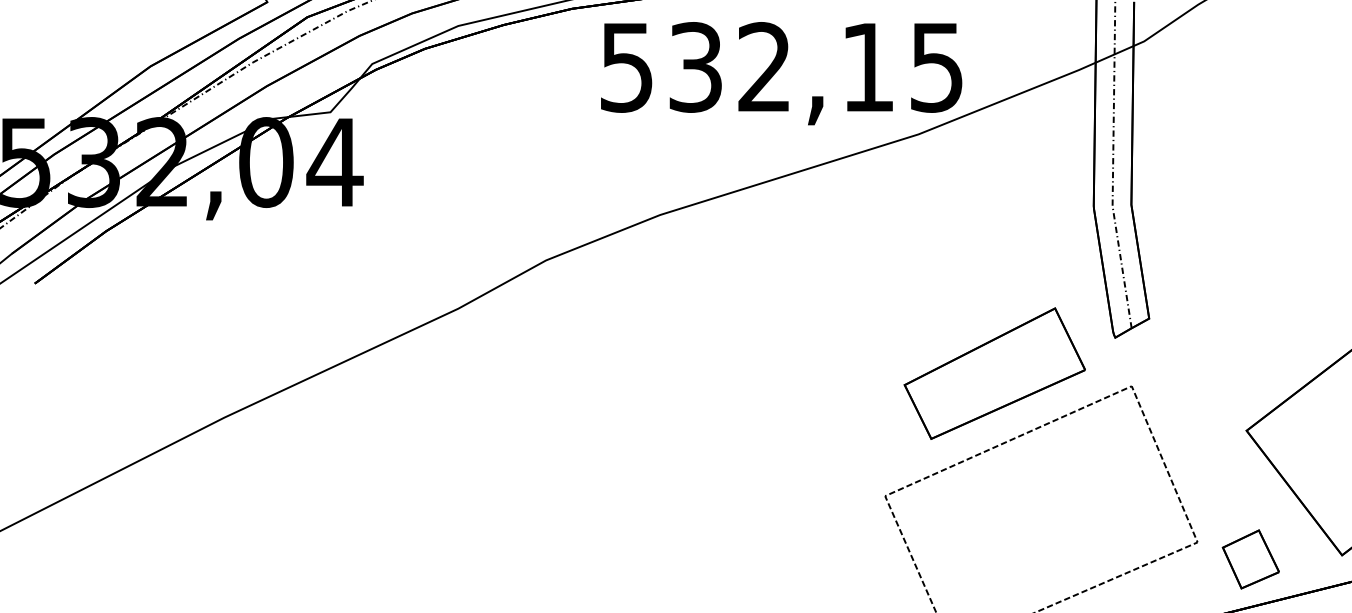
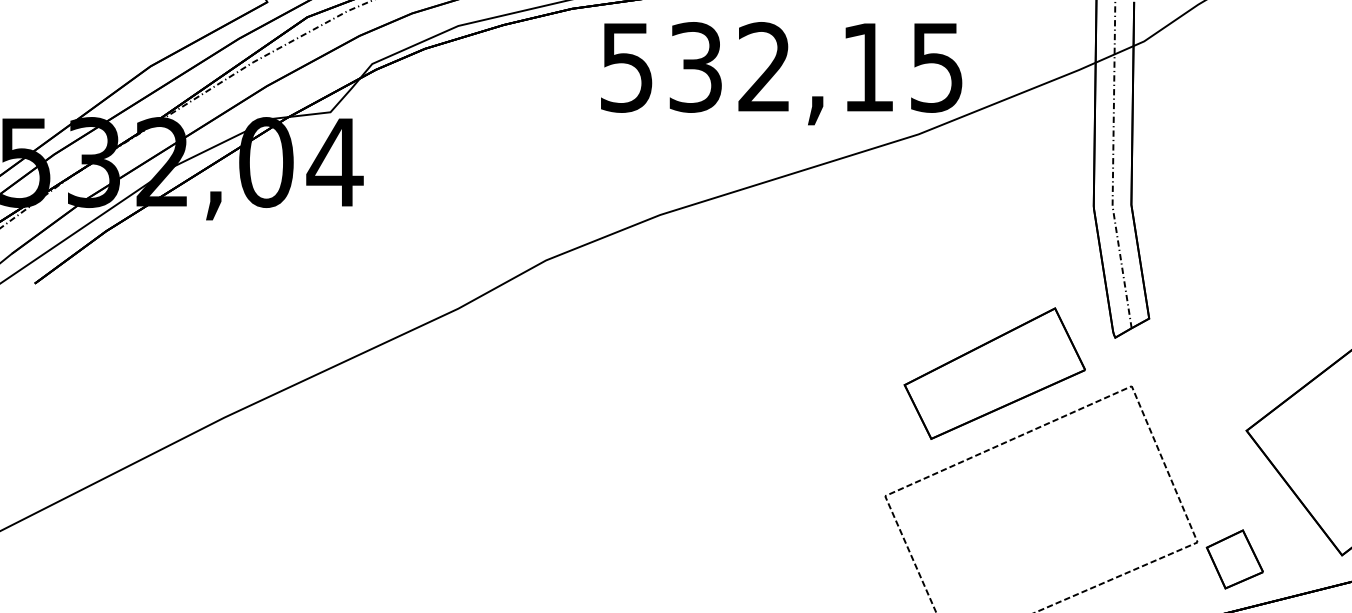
part at (1250, 559) position: (1250, 559) -> (1234, 559)
